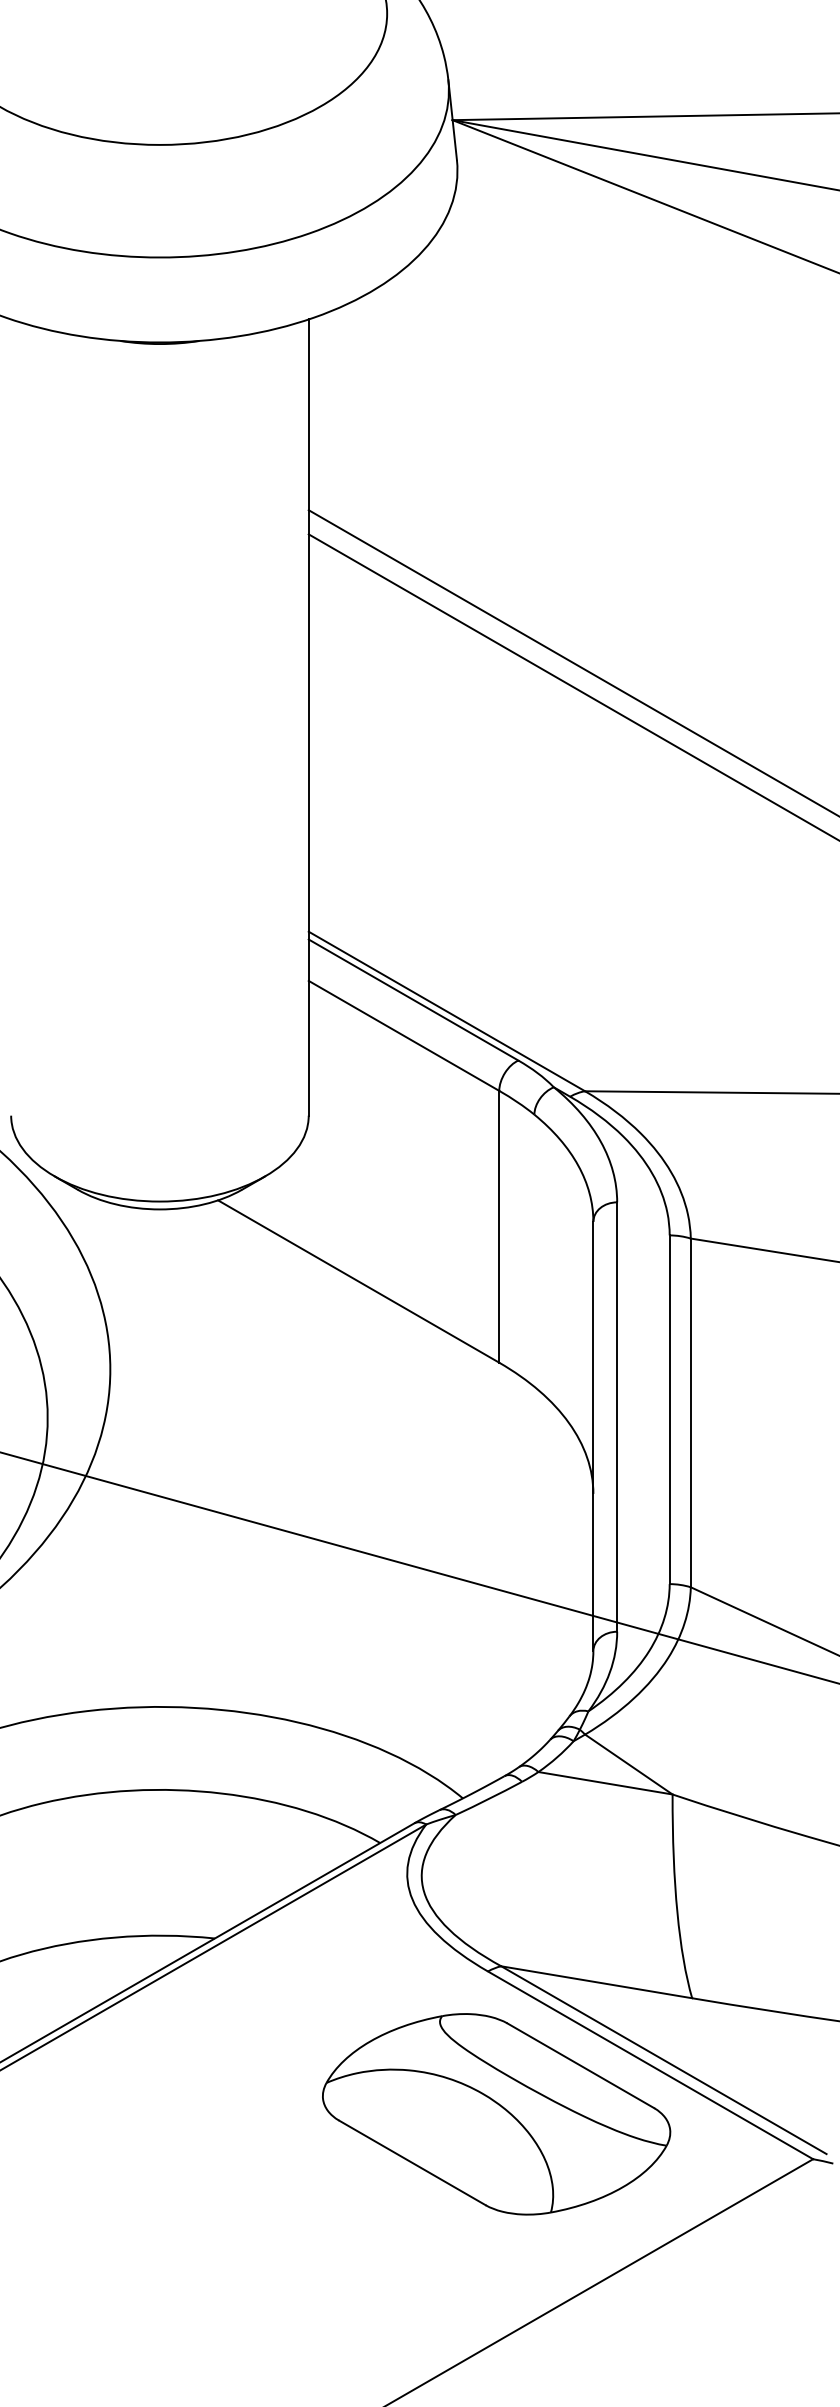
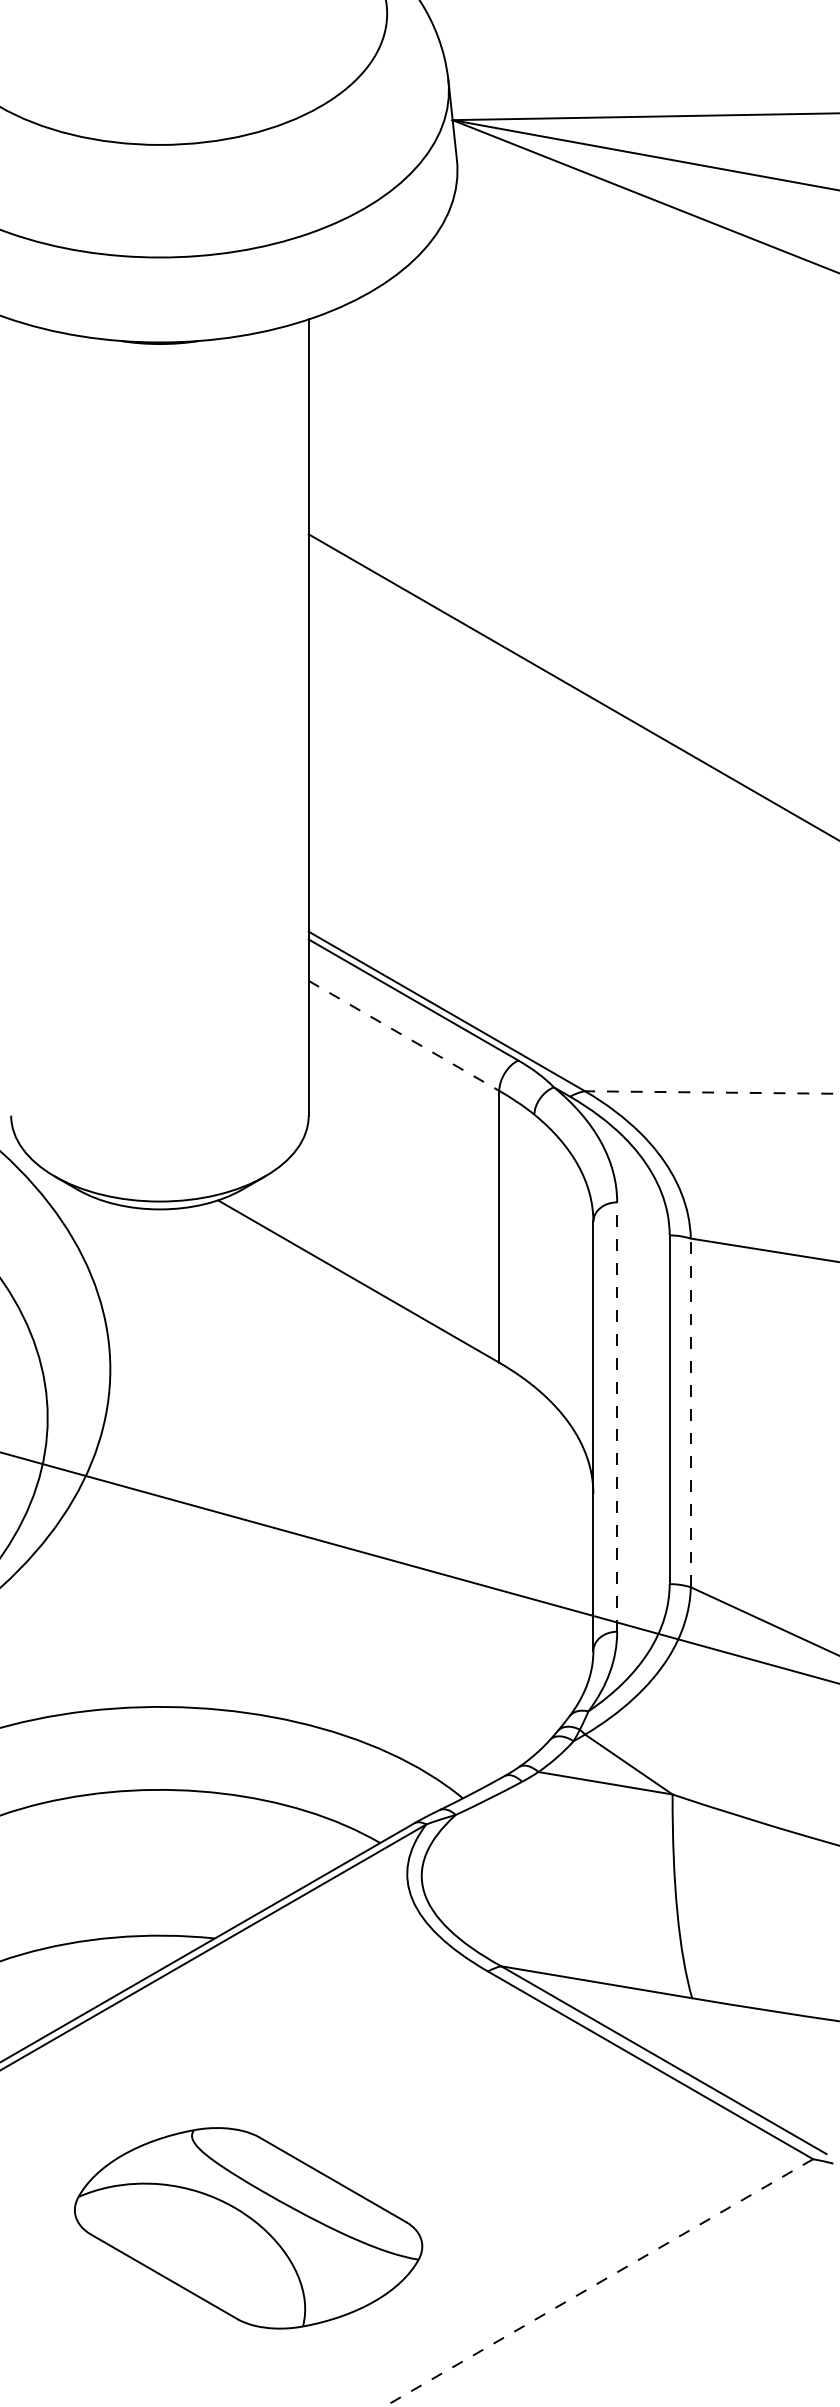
line at (572, 662): present -> none
line at (404, 1036): solid -> dashed
line at (712, 1092): solid -> dashed
line at (690, 1412): solid -> dashed
line at (617, 1417): solid -> dashed
part at (496, 2114) position: (496, 2114) -> (248, 2228)
line at (598, 2283): solid -> dashed
